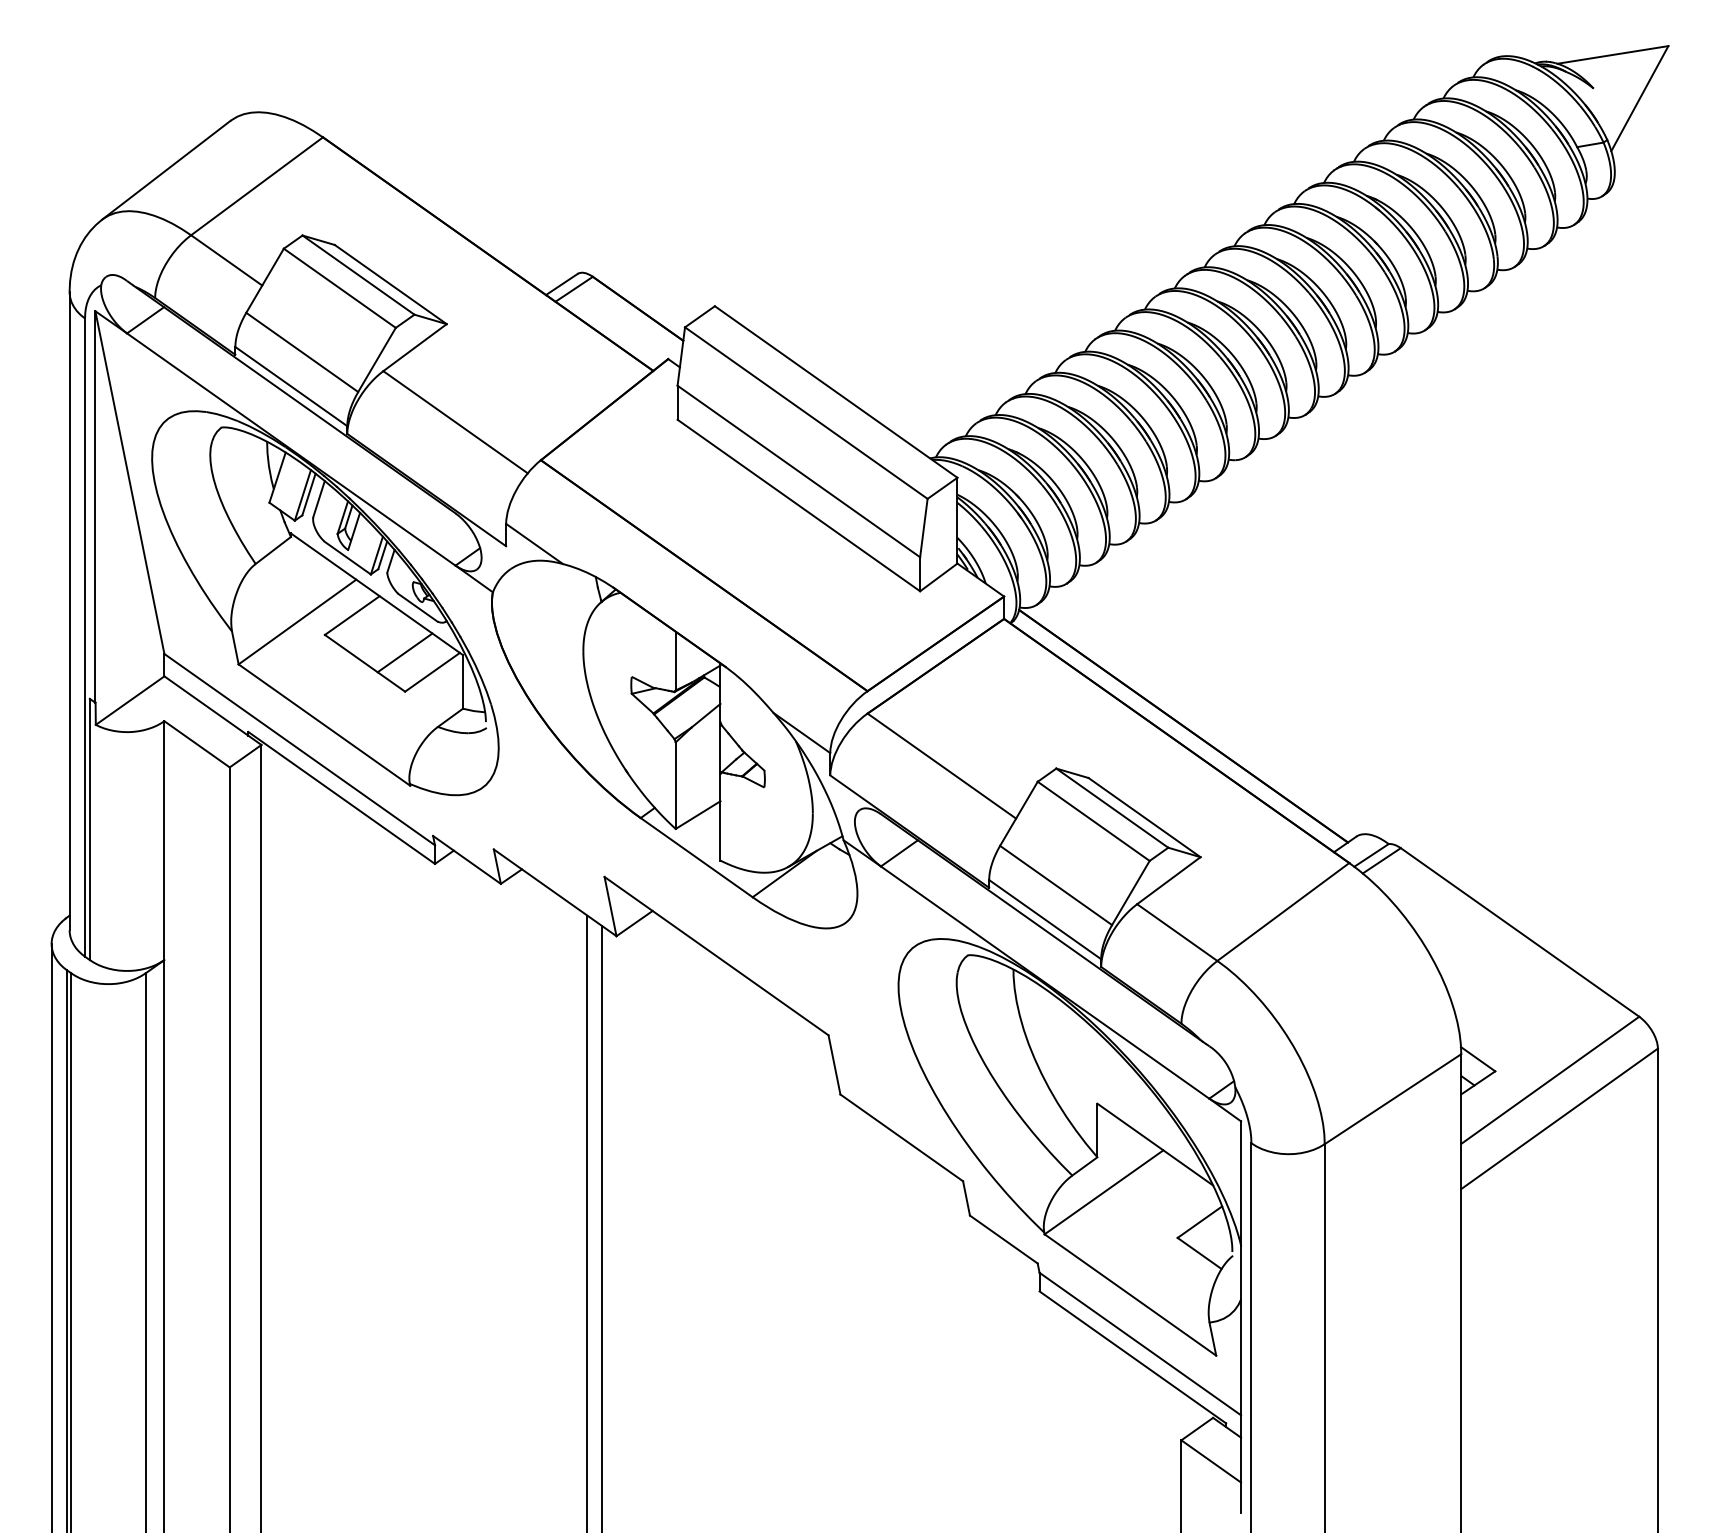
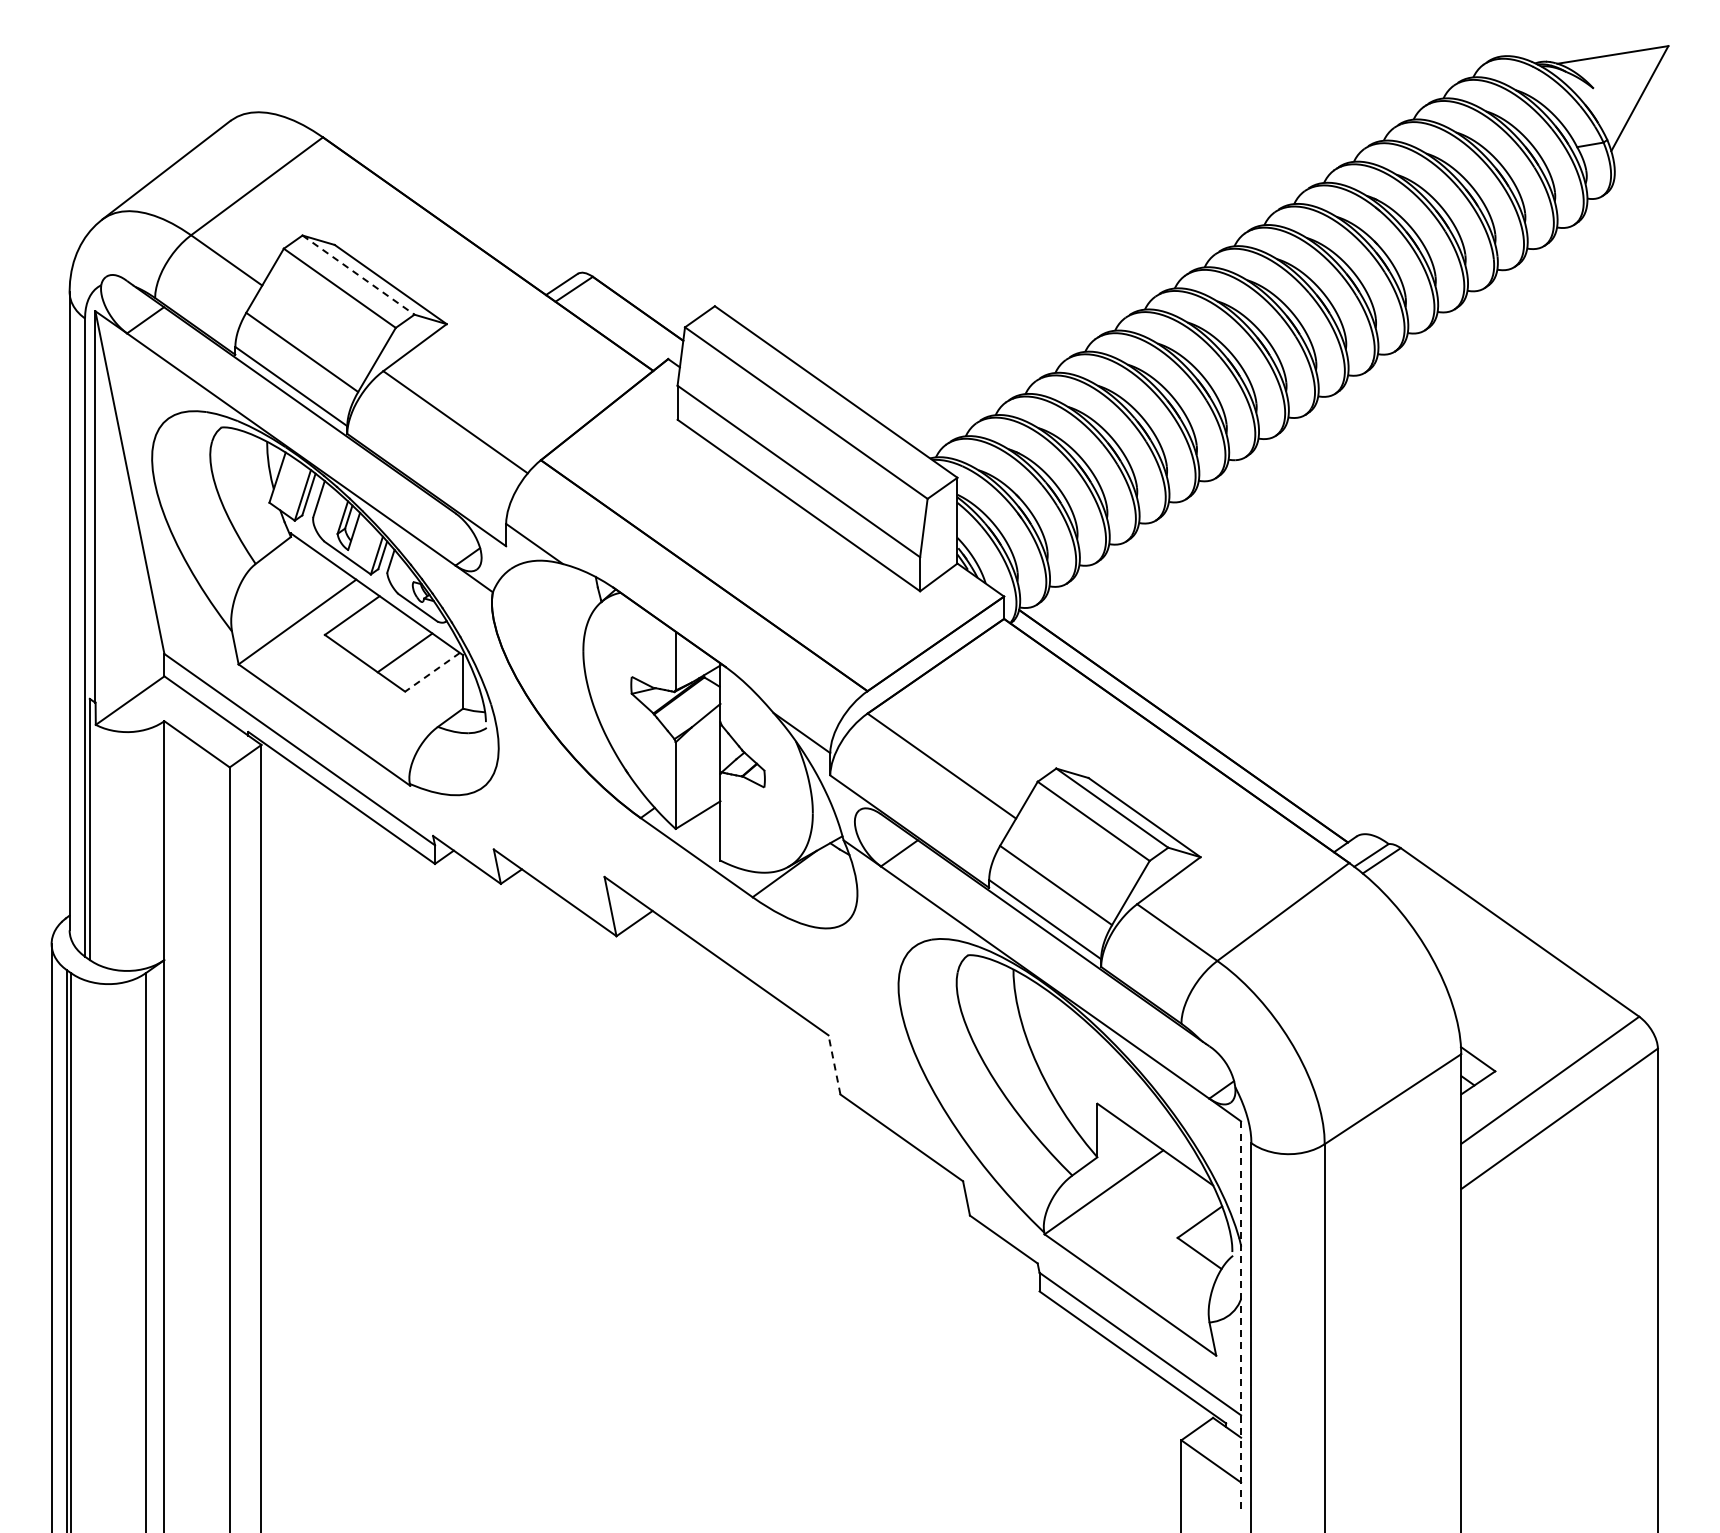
line at (358, 275): solid -> dashed
line at (432, 672): solid -> dashed
line at (834, 1064): solid -> dashed
line at (587, 1222): present -> none
line at (602, 1227): present -> none
line at (1241, 1317): solid -> dashed
